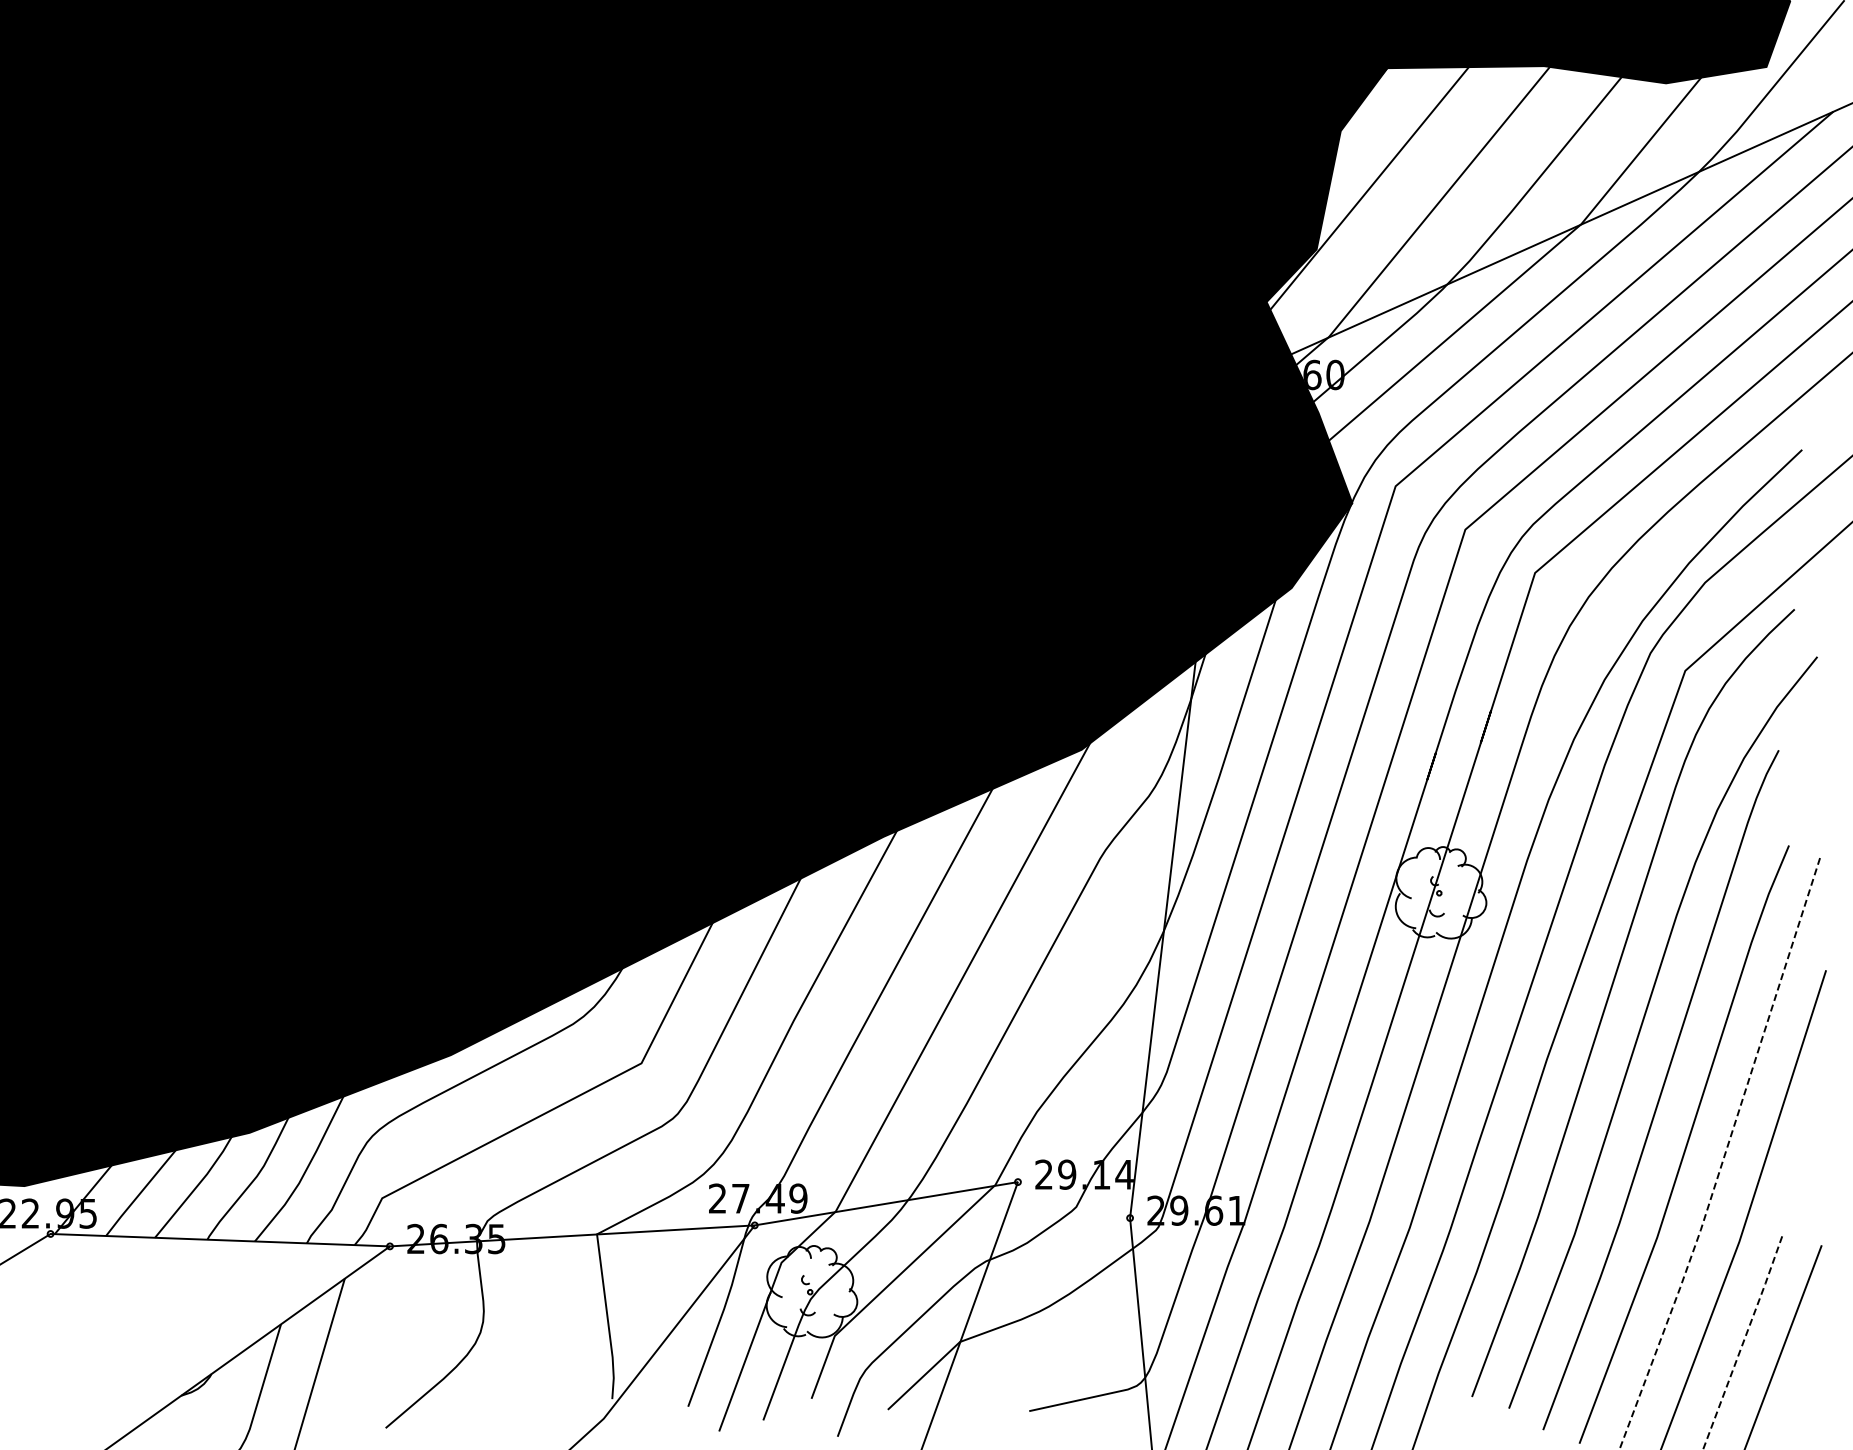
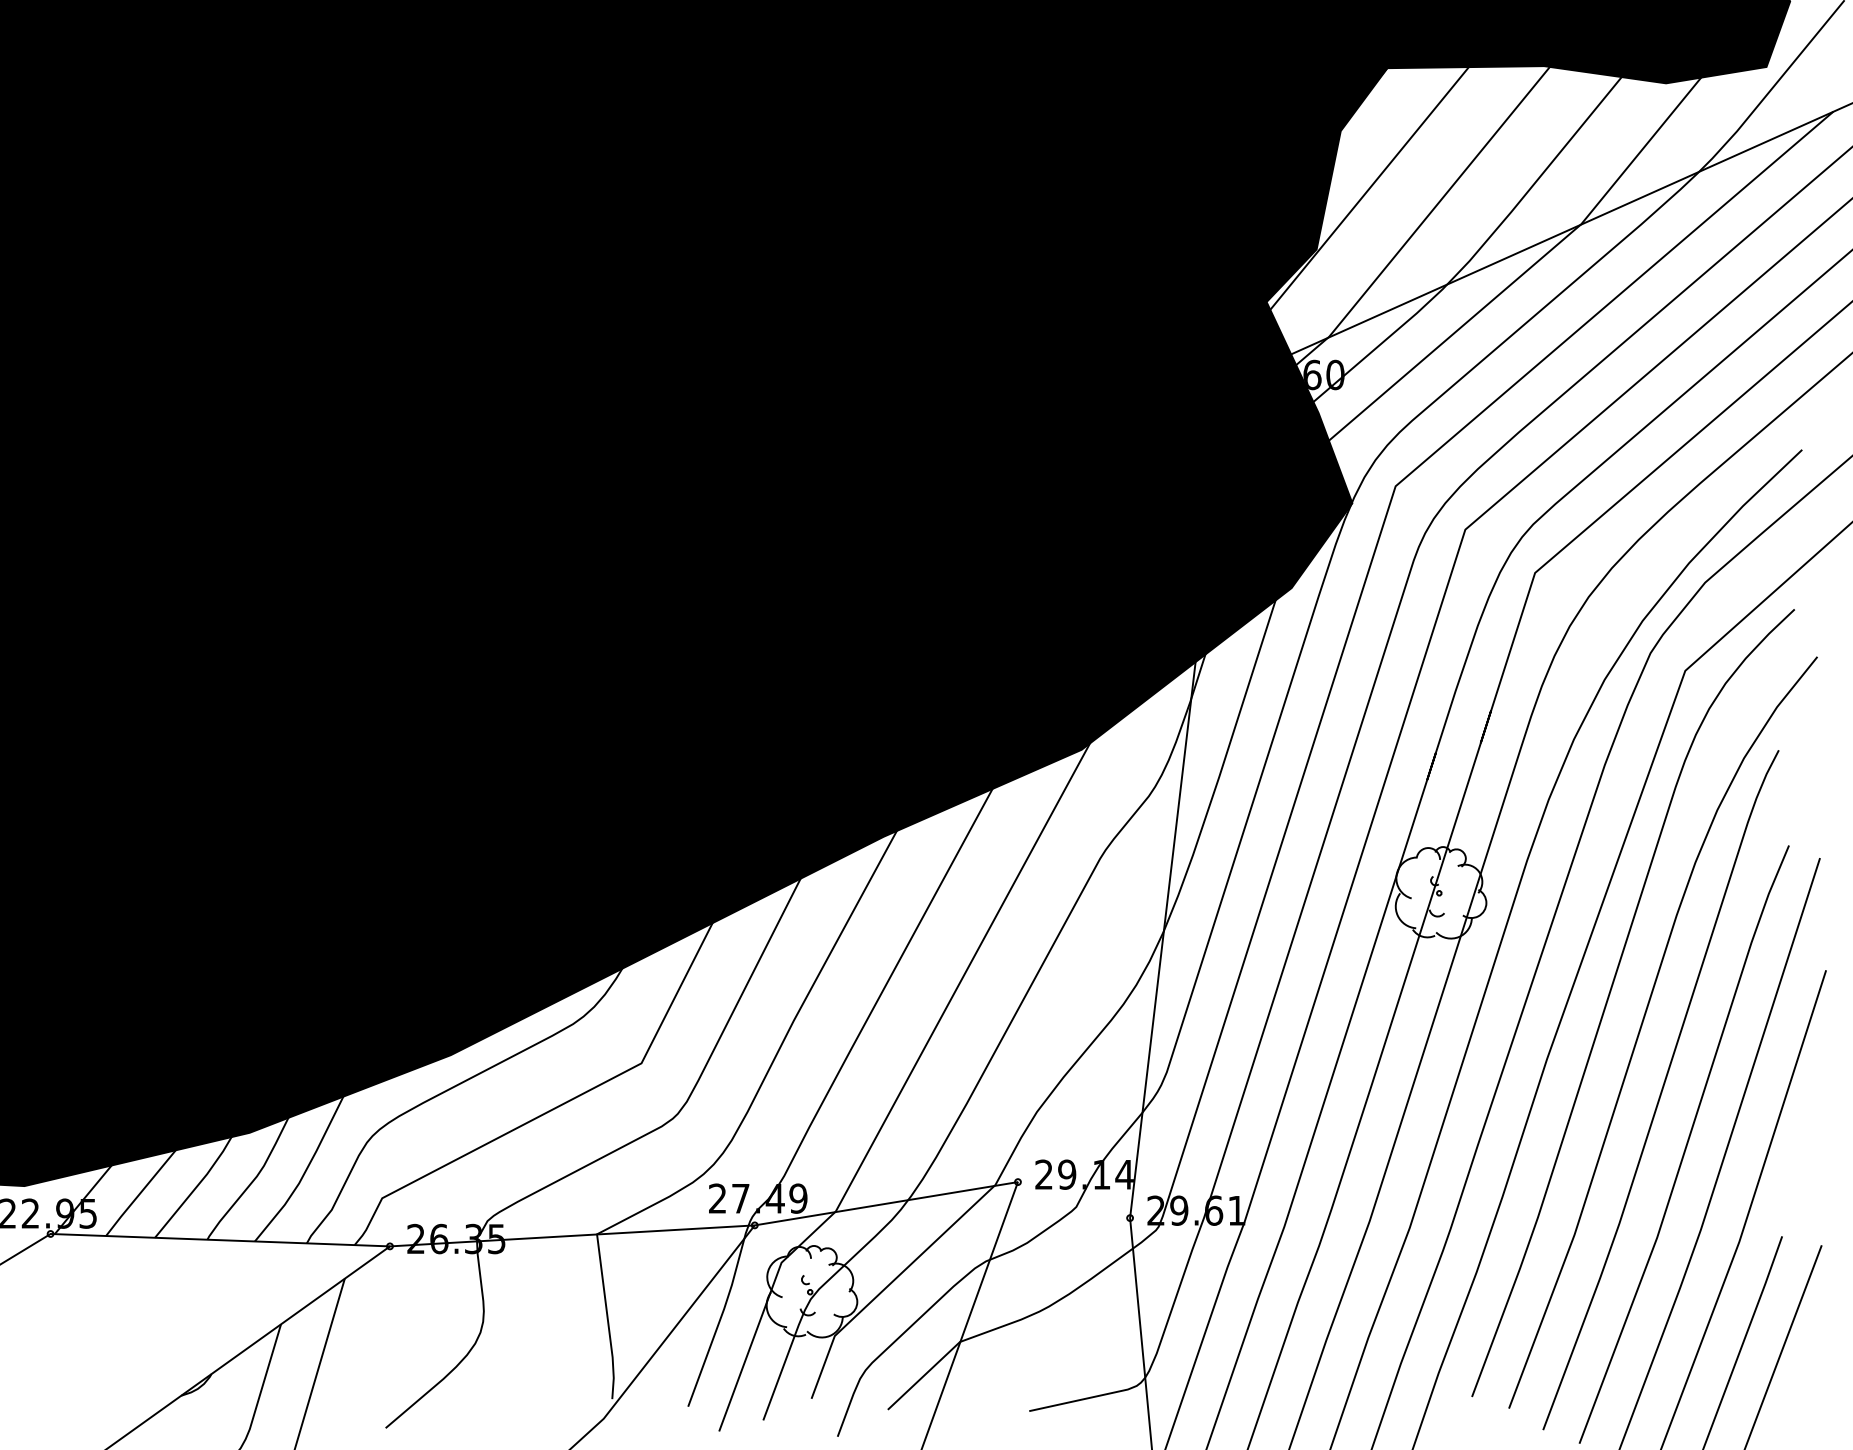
line at (1724, 1156): dashed -> solid
line at (1743, 1342): dashed -> solid
